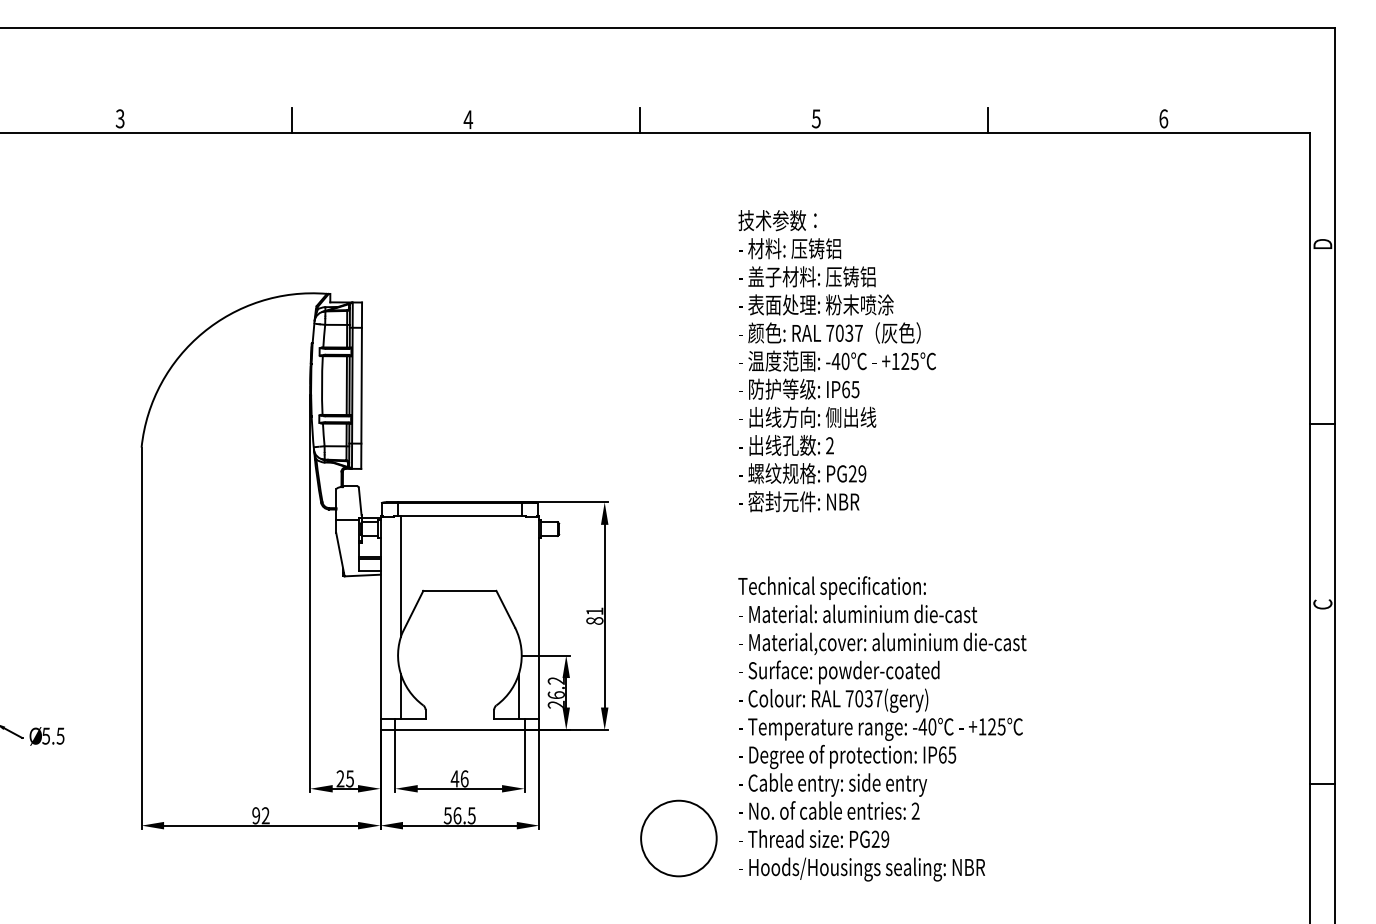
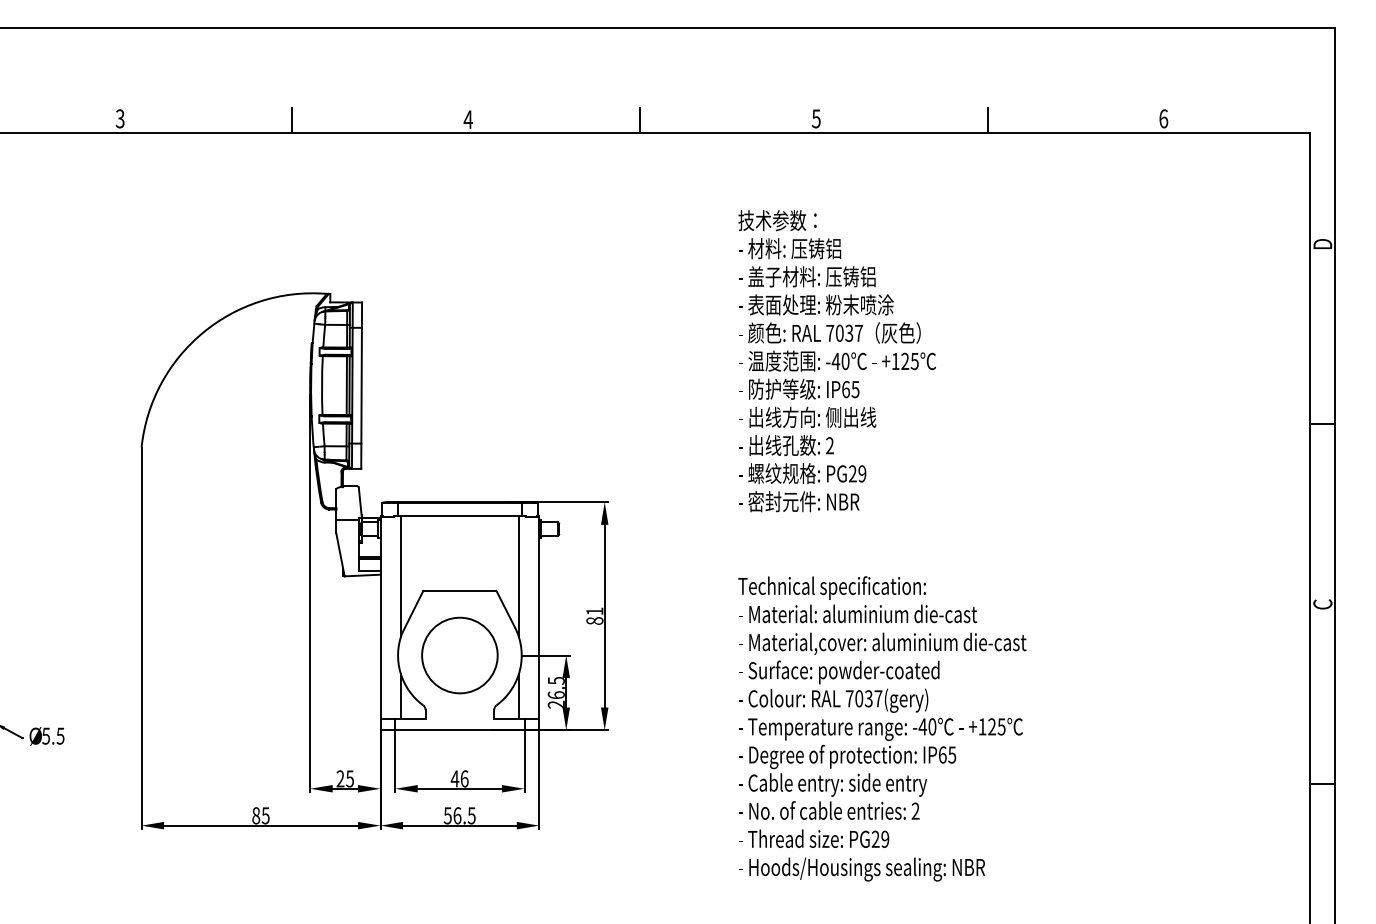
line at (518, 576): none -> present
text at (555, 680): 26.2 -> 26.5
text at (260, 815): 92 -> 85
circle at (678, 838) position: (678, 838) -> (459, 655)
